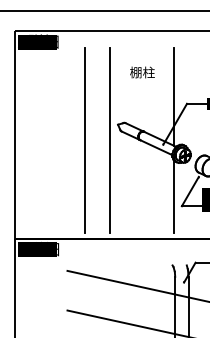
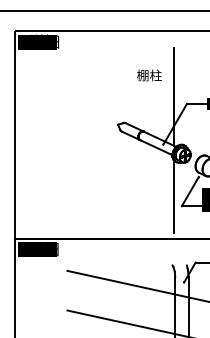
text at (47, 41): A詳細 -> C詳細
text at (142, 72) position: (142, 72) -> (149, 75)
line at (84, 140): present -> none
line at (109, 140): present -> none
text at (58, 249): C詳細 -> A詳細
